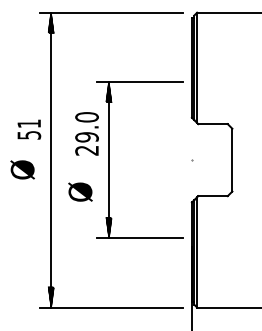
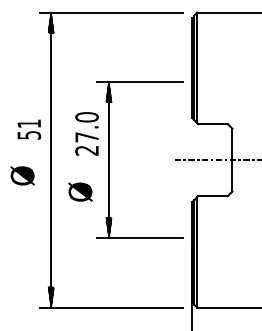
text at (86, 137): 29.0 -> 27.0
line at (216, 160): none -> present
text at (22, 169) position: (22, 169) -> (22, 175)
